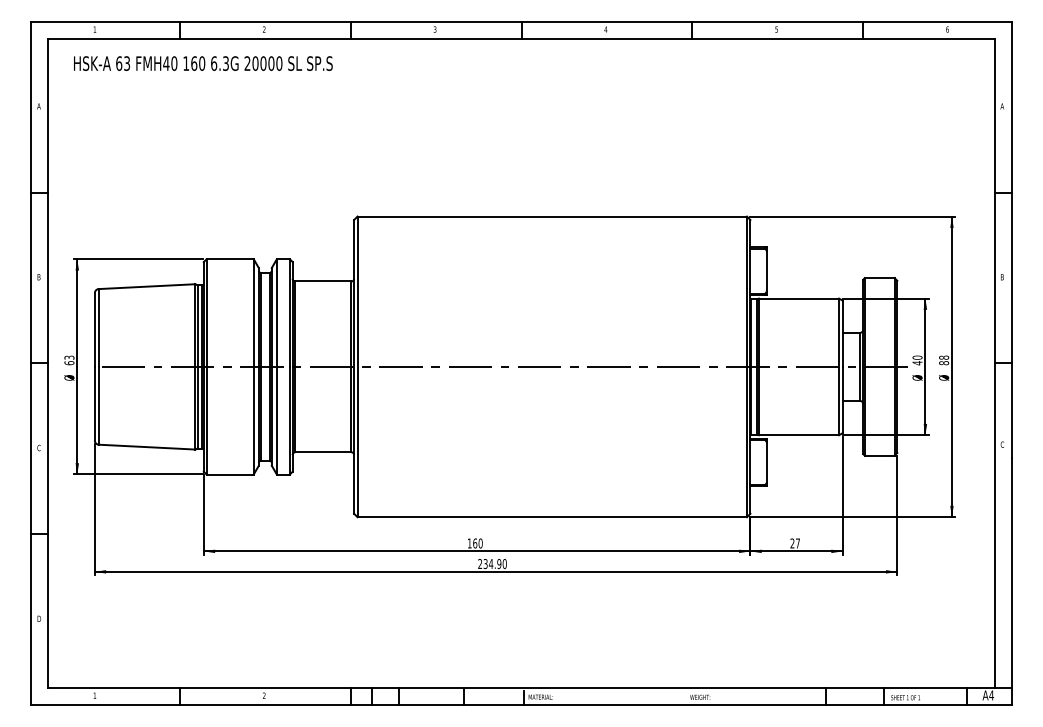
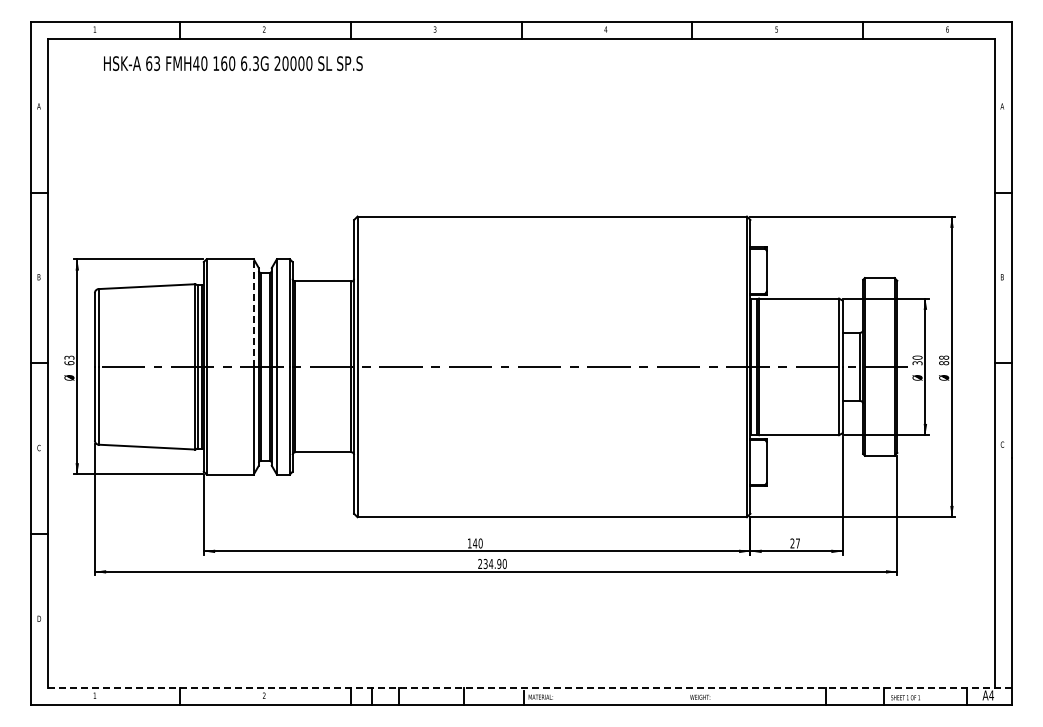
text at (203, 63) position: (203, 63) -> (233, 63)
line at (253, 313): solid -> dashed
text at (917, 363): 40 -> 30
text at (475, 543): 160 -> 140
line at (530, 688): solid -> dashed
